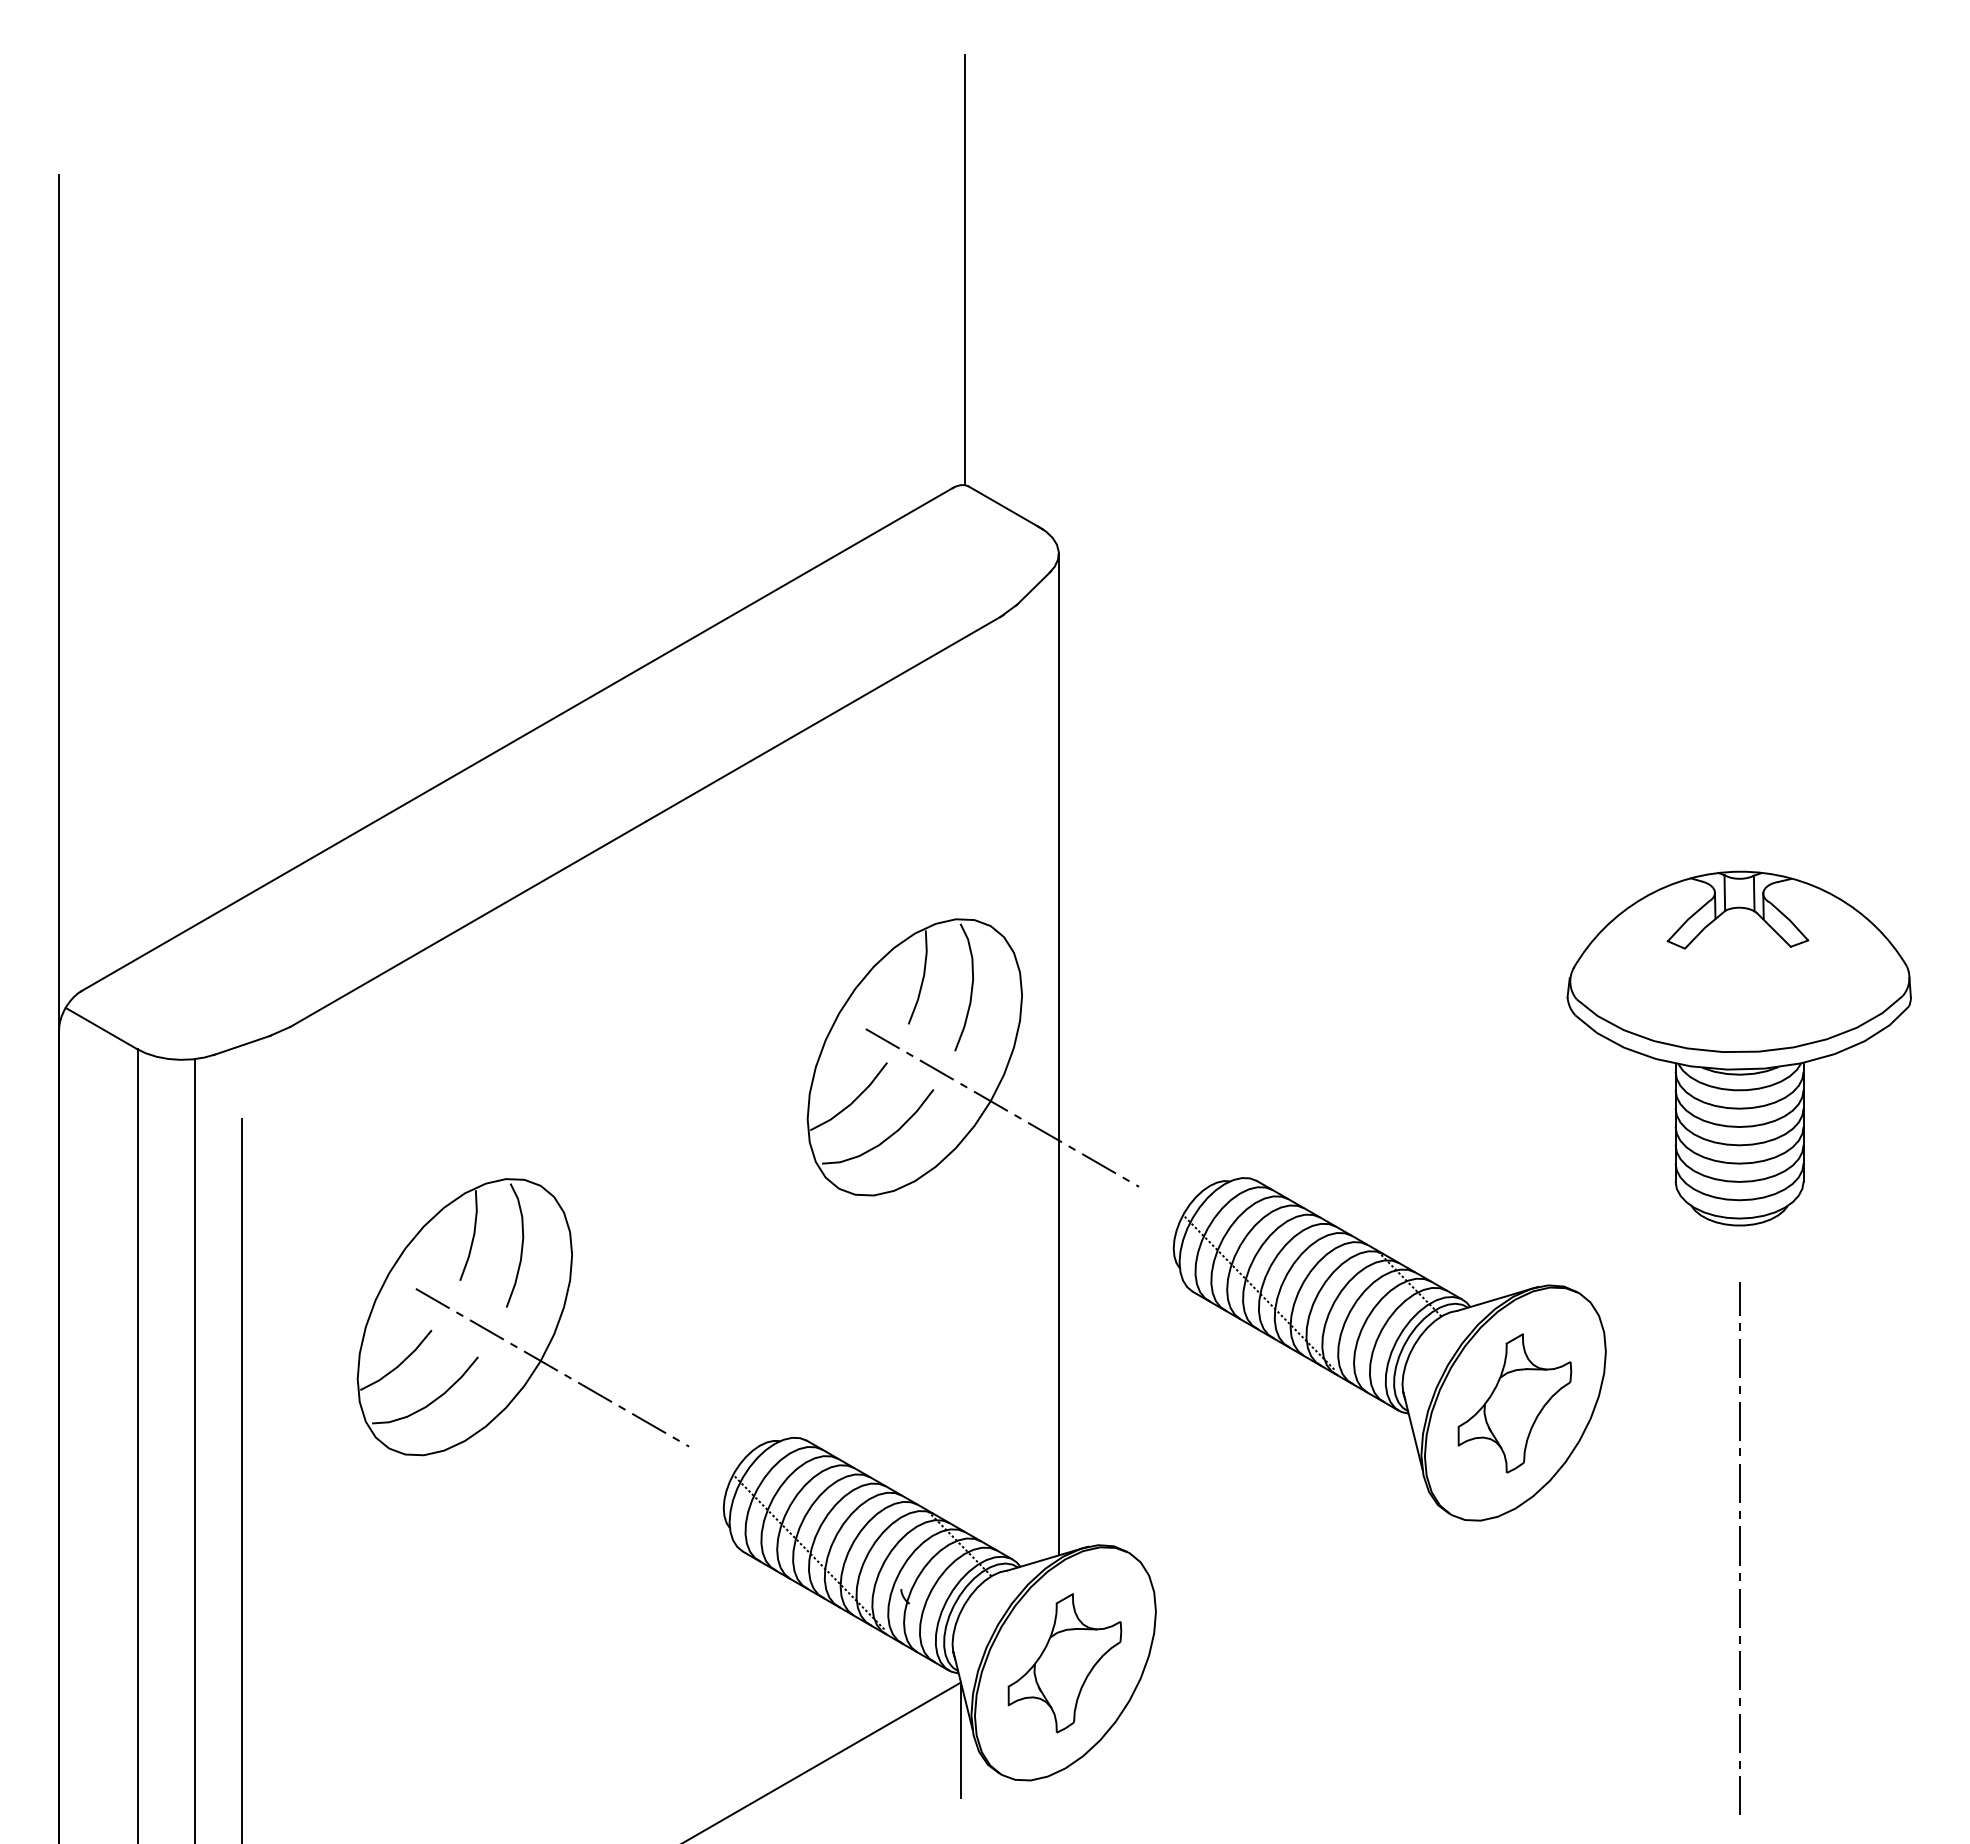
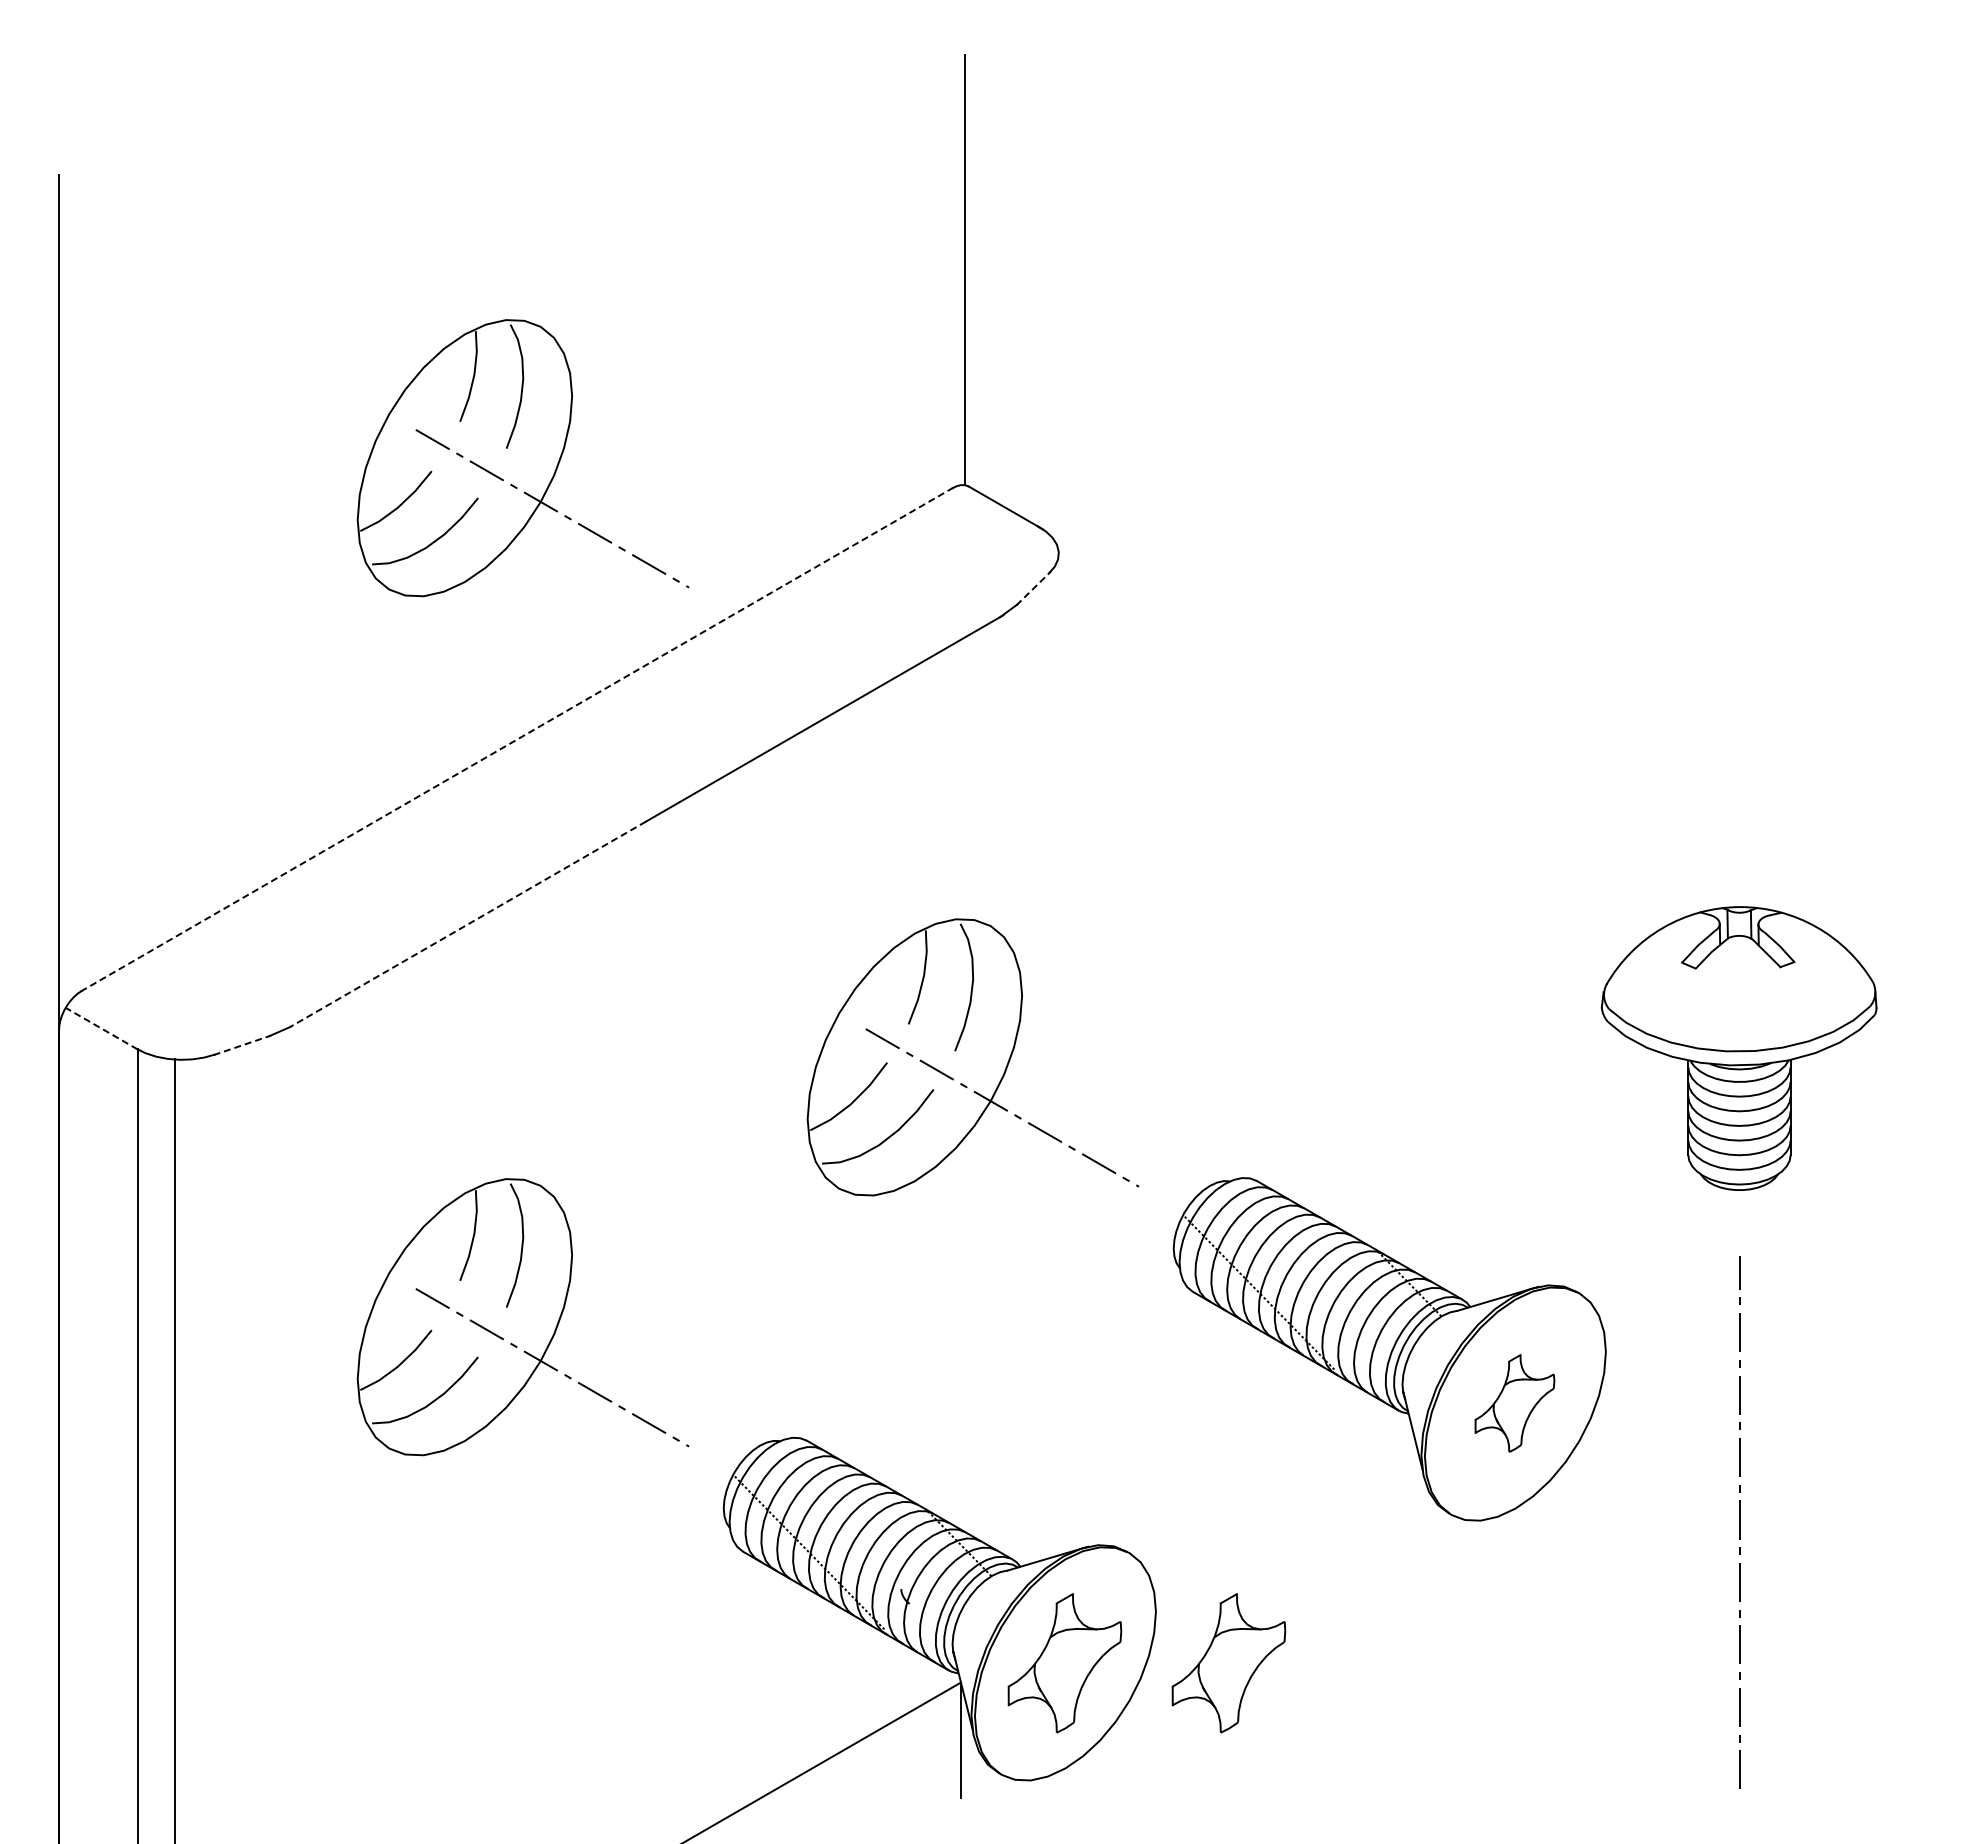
part at (522, 458): none -> present
line at (1034, 588): solid -> dashed
line at (517, 739): solid -> dashed
line at (467, 924): solid -> dashed
line at (101, 1028): solid -> dashed
line at (242, 1045): solid -> dashed
part at (1738, 1048) size: 346x357 px -> 278x285 px
line at (1058, 1054): present -> none
part at (1514, 1403) size: 116x141 px -> 82x99 px
line at (194, 1449) position: (194, 1449) -> (174, 1449)
line at (242, 1479): present -> none
line at (1739, 1548) position: (1739, 1548) -> (1739, 1522)
part at (1228, 1663): none -> present
